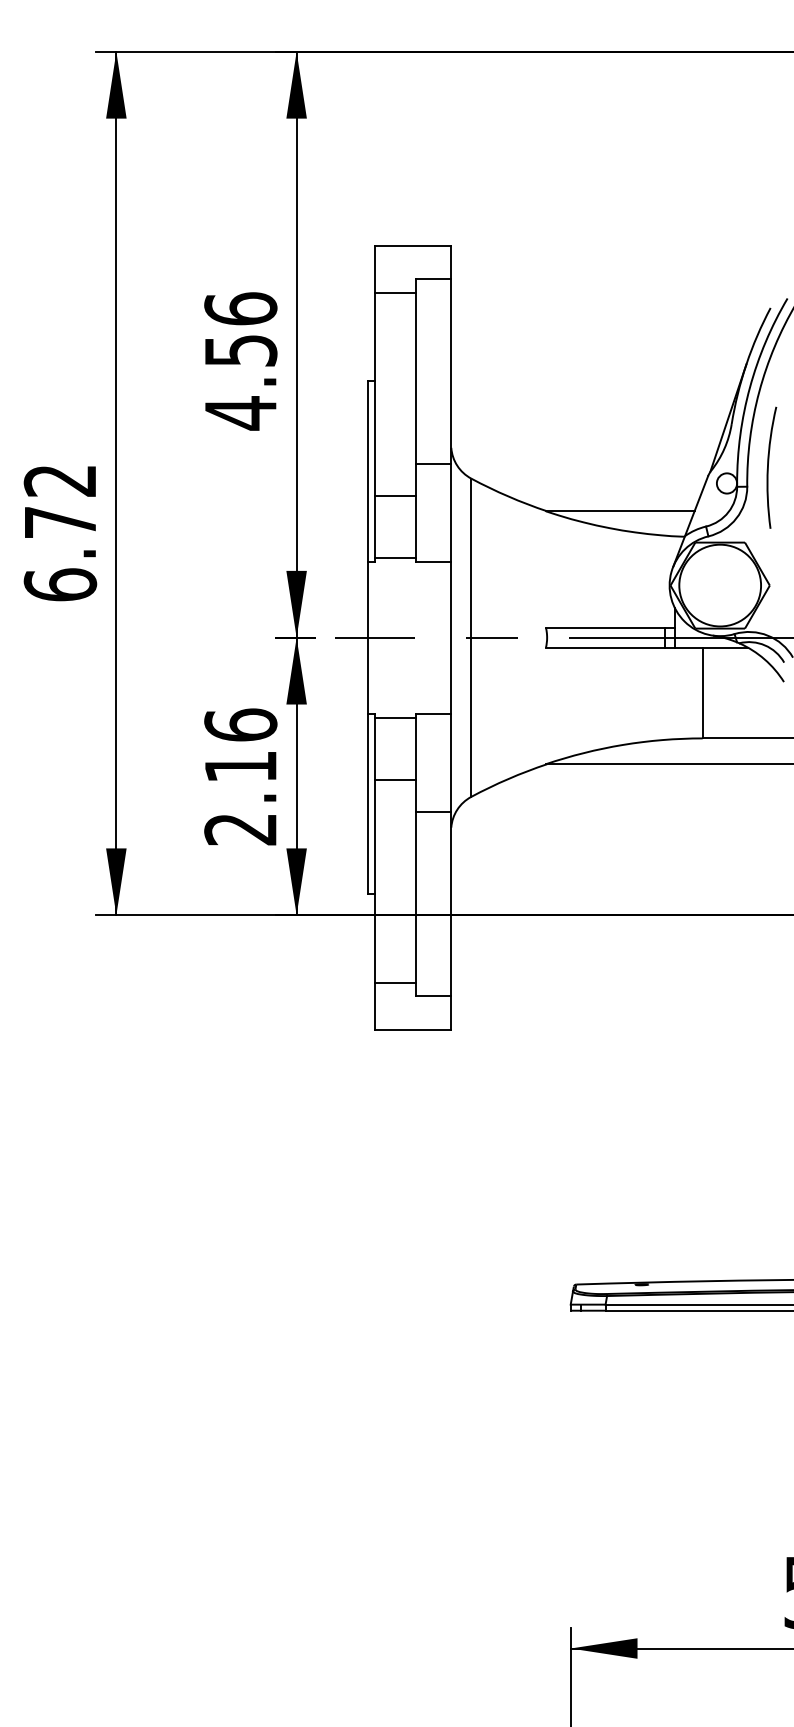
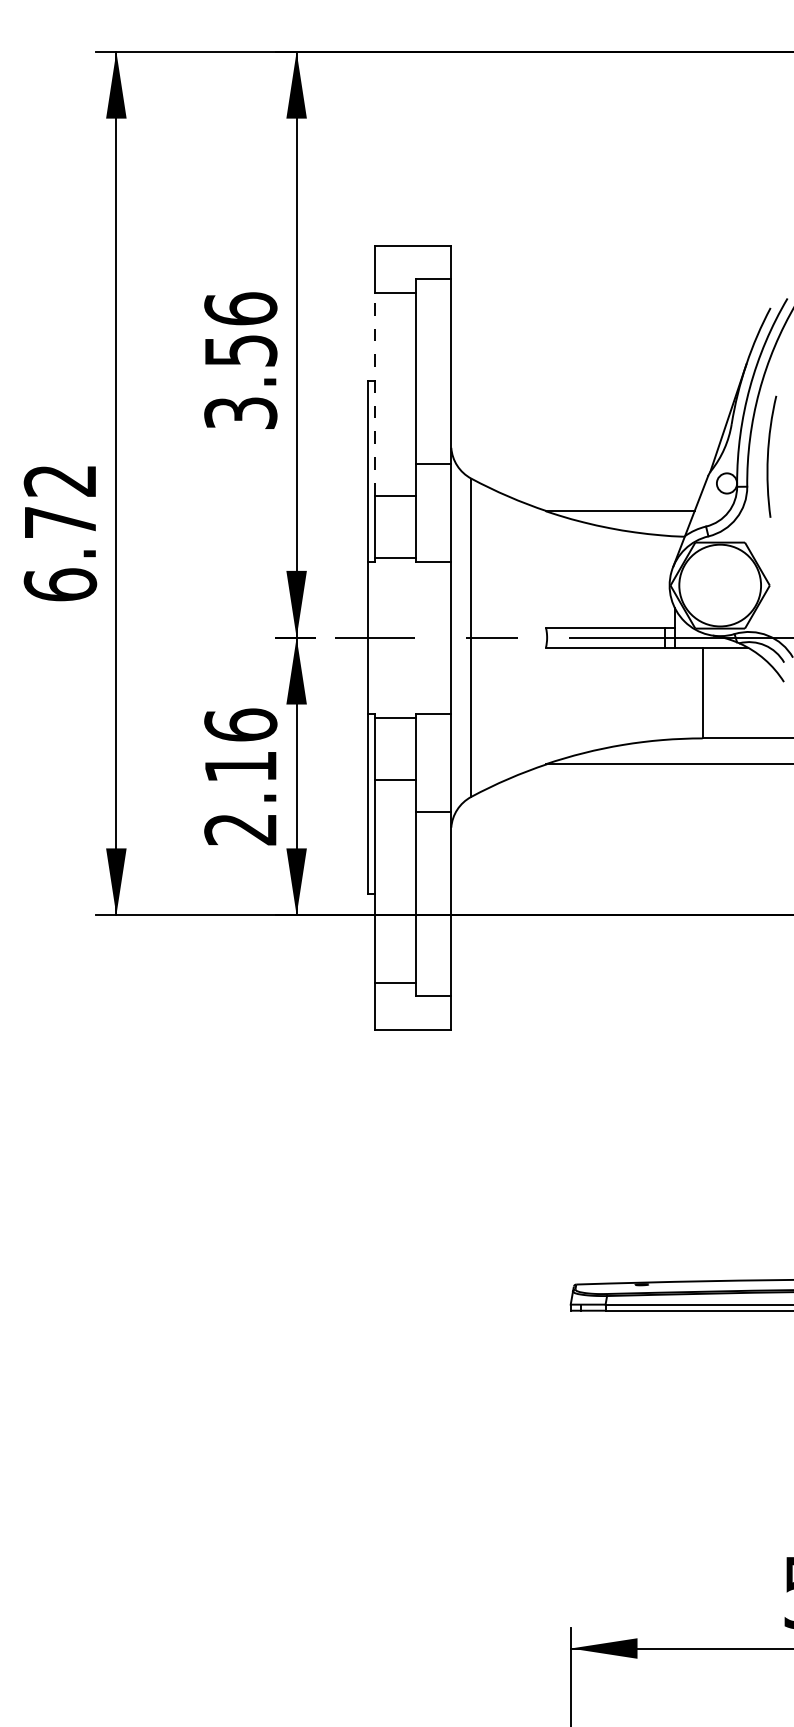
line at (375, 393): solid -> dashed
text at (240, 413): 4.56 -> 3.56
arc at (768, 467) position: (768, 467) -> (768, 456)
